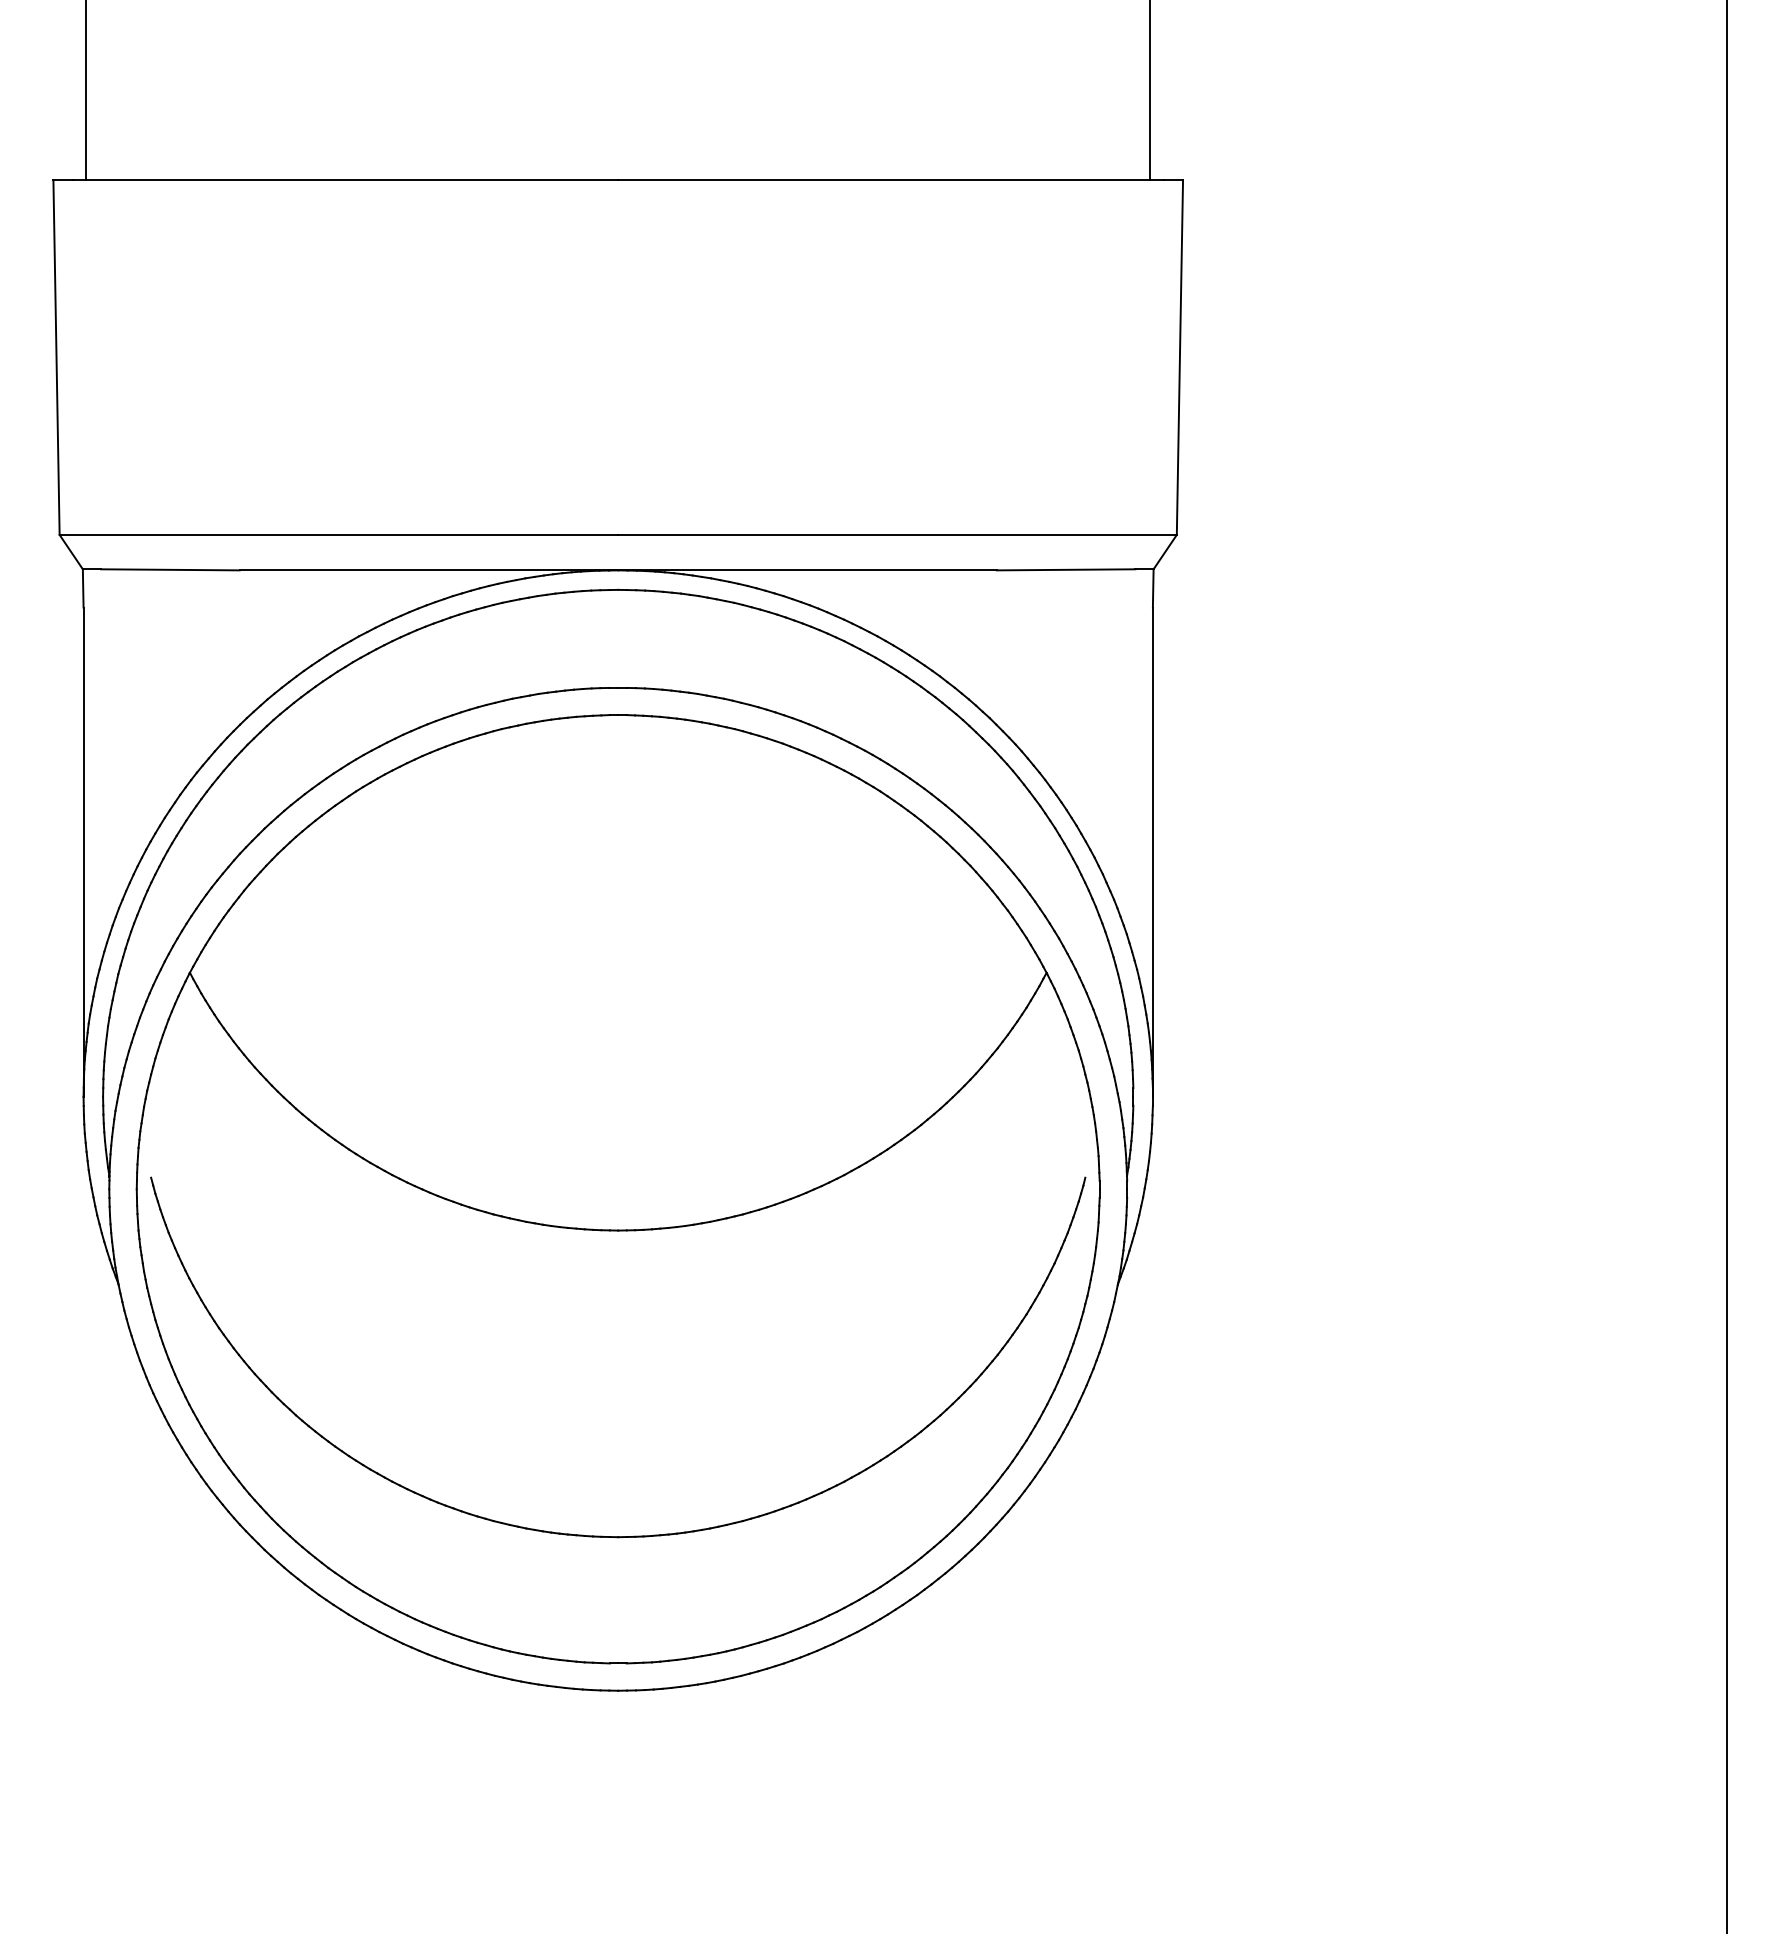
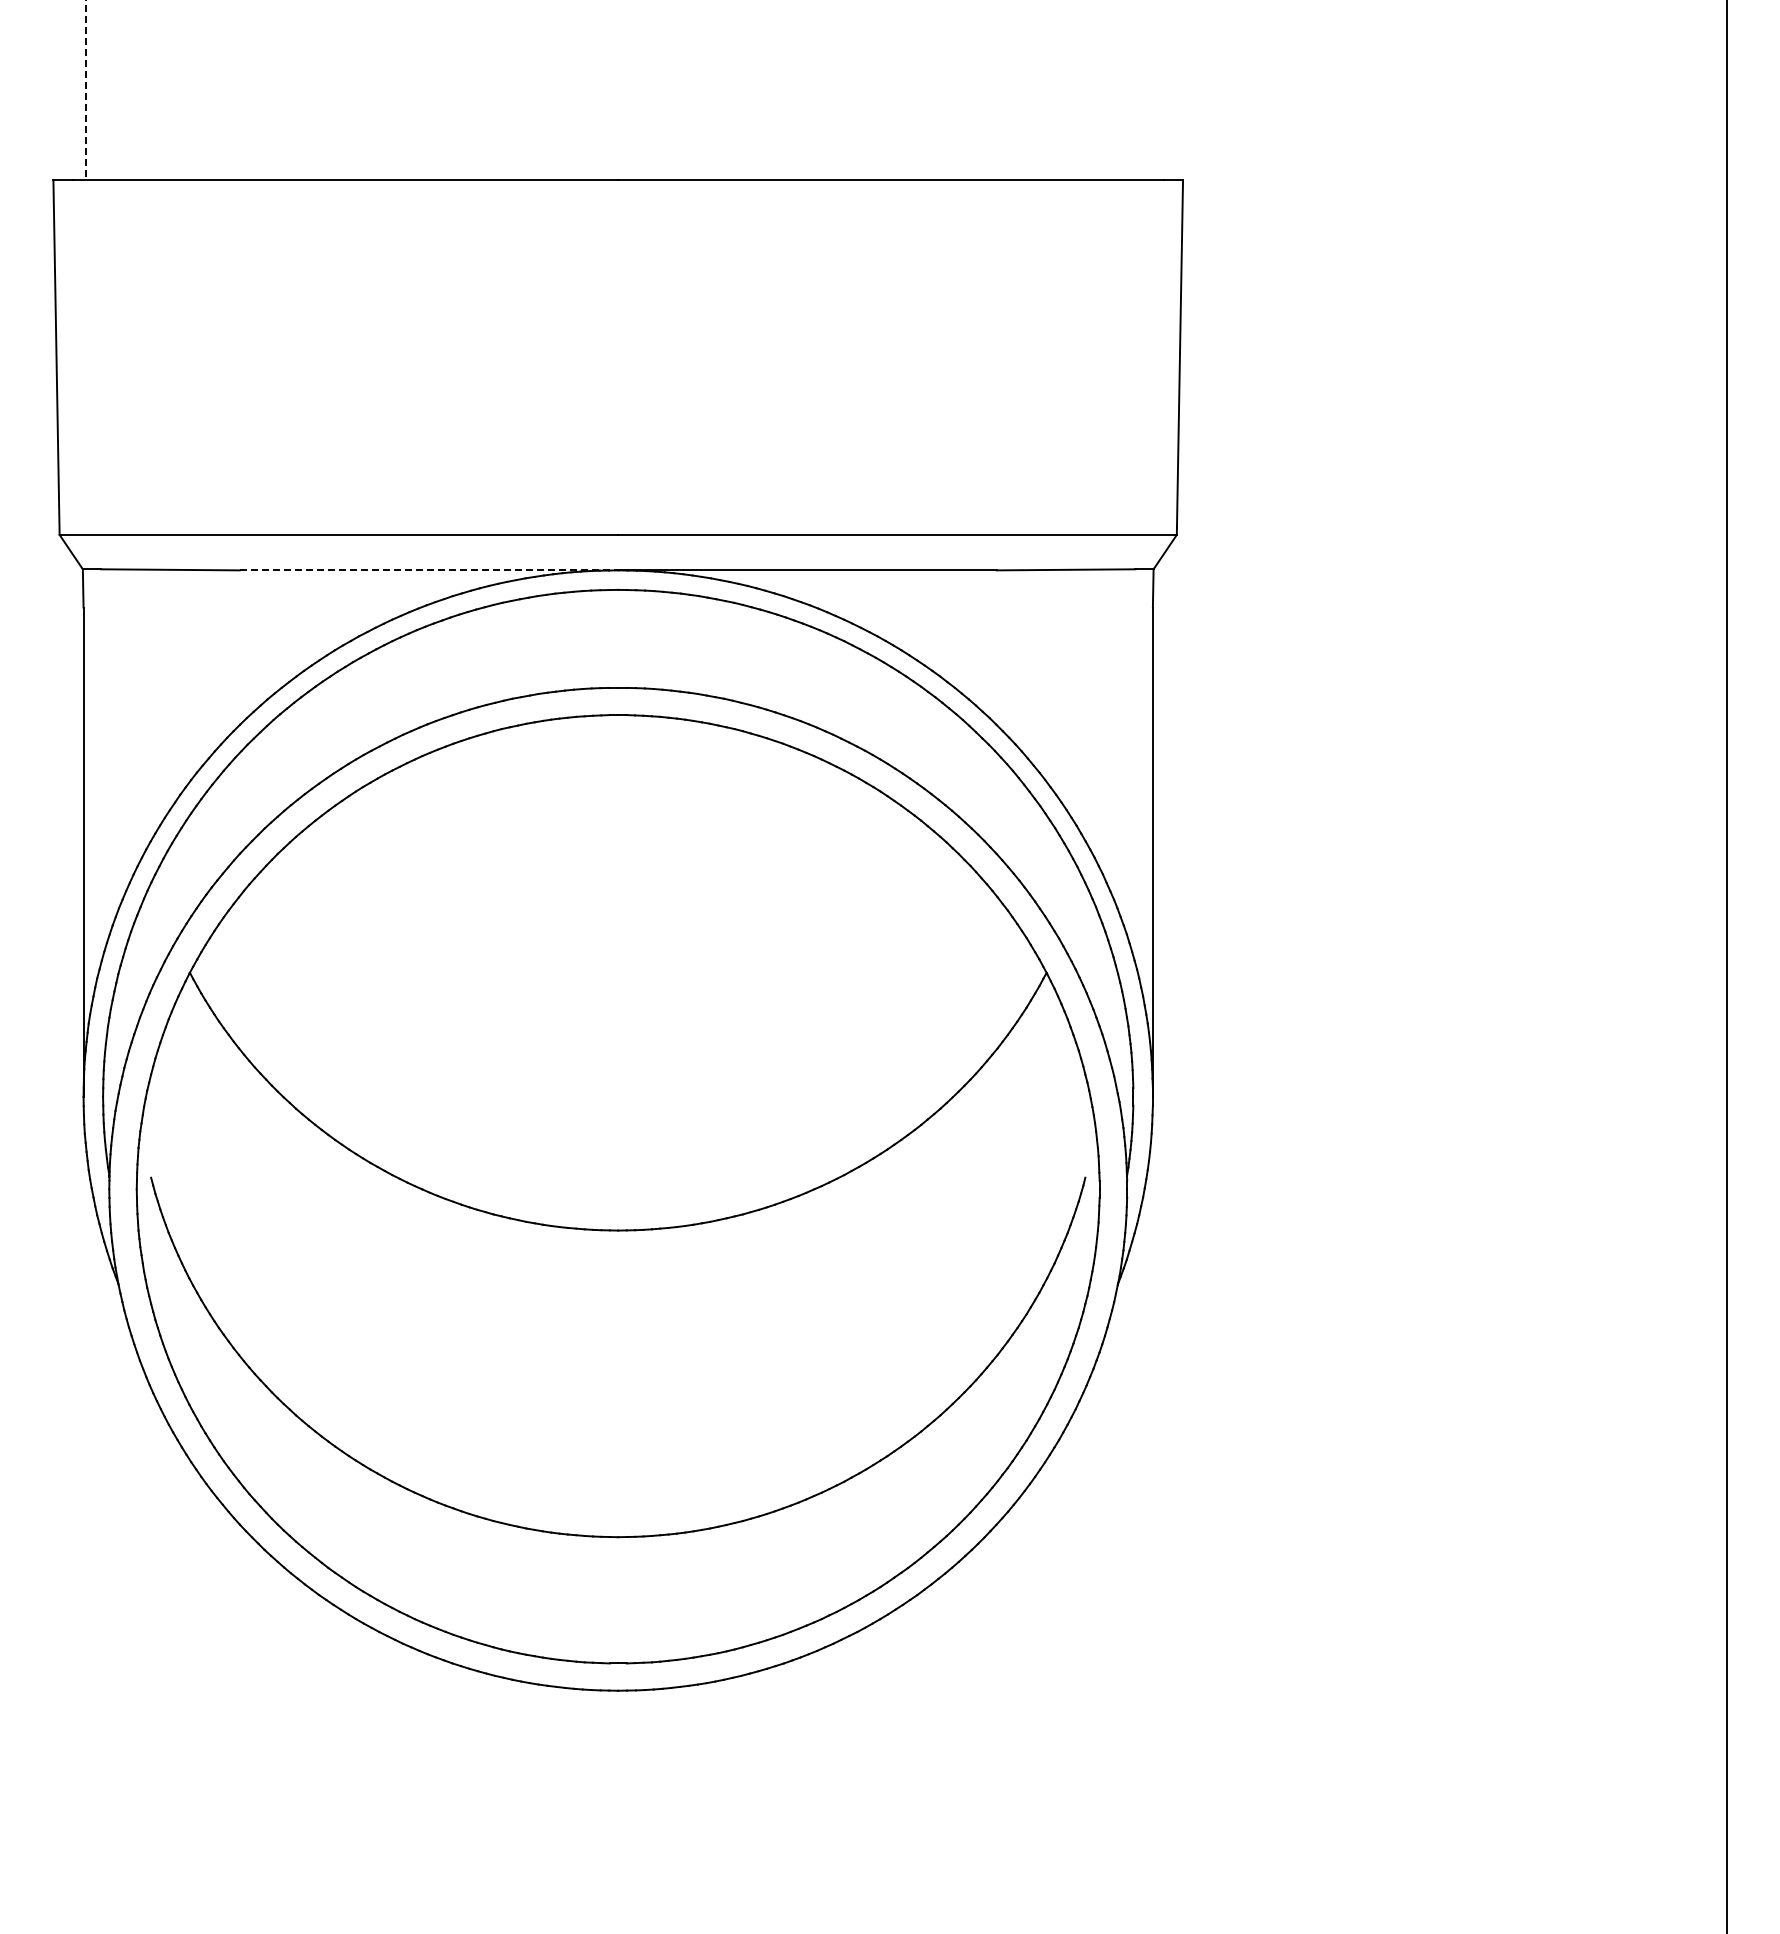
line at (86, 90): solid -> dashed
line at (1150, 91): present -> none
line at (429, 570): solid -> dashed
